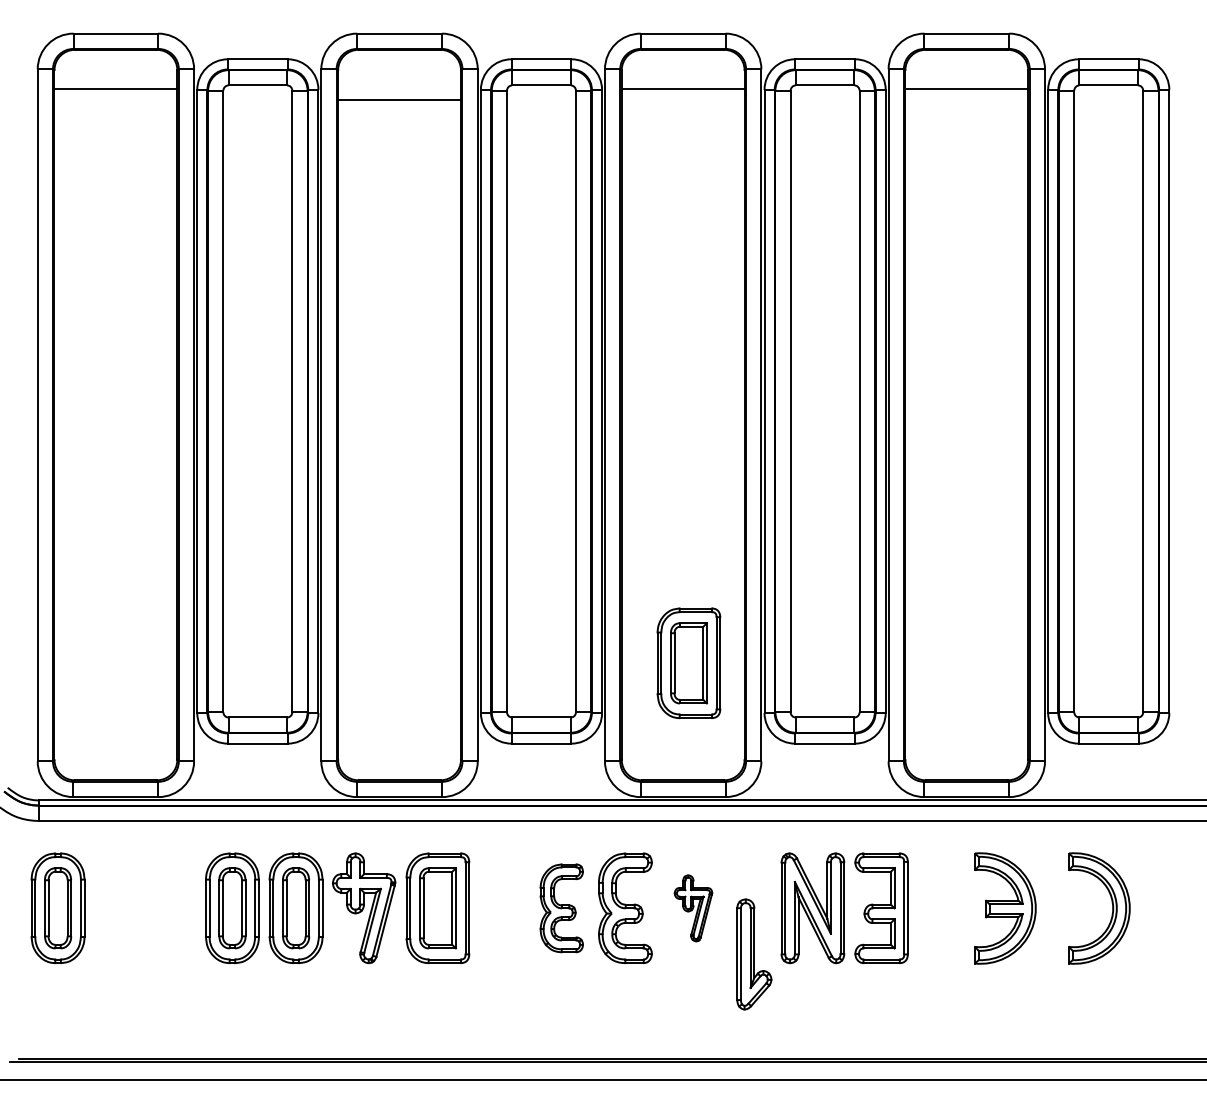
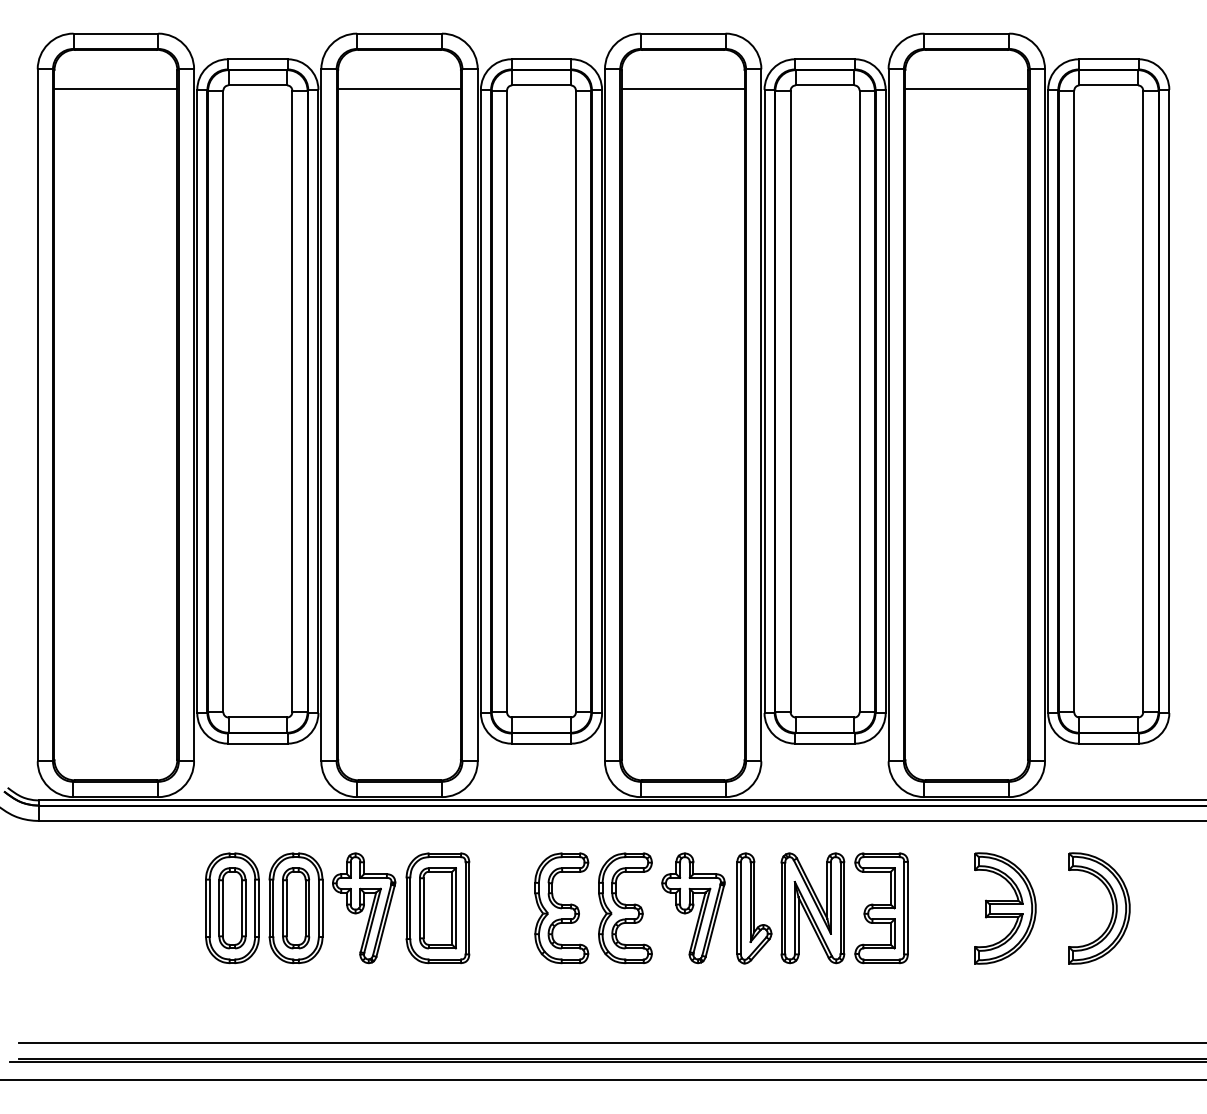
line at (399, 100) position: (399, 100) -> (399, 89)
part at (688, 663): present -> none
part at (57, 907): present -> none
part at (561, 908) size: 45x91 px -> 56x113 px
part at (693, 908) size: 41x69 px -> 65x113 px
part at (754, 954) position: (754, 954) -> (754, 908)
line at (610, 1043): none -> present
